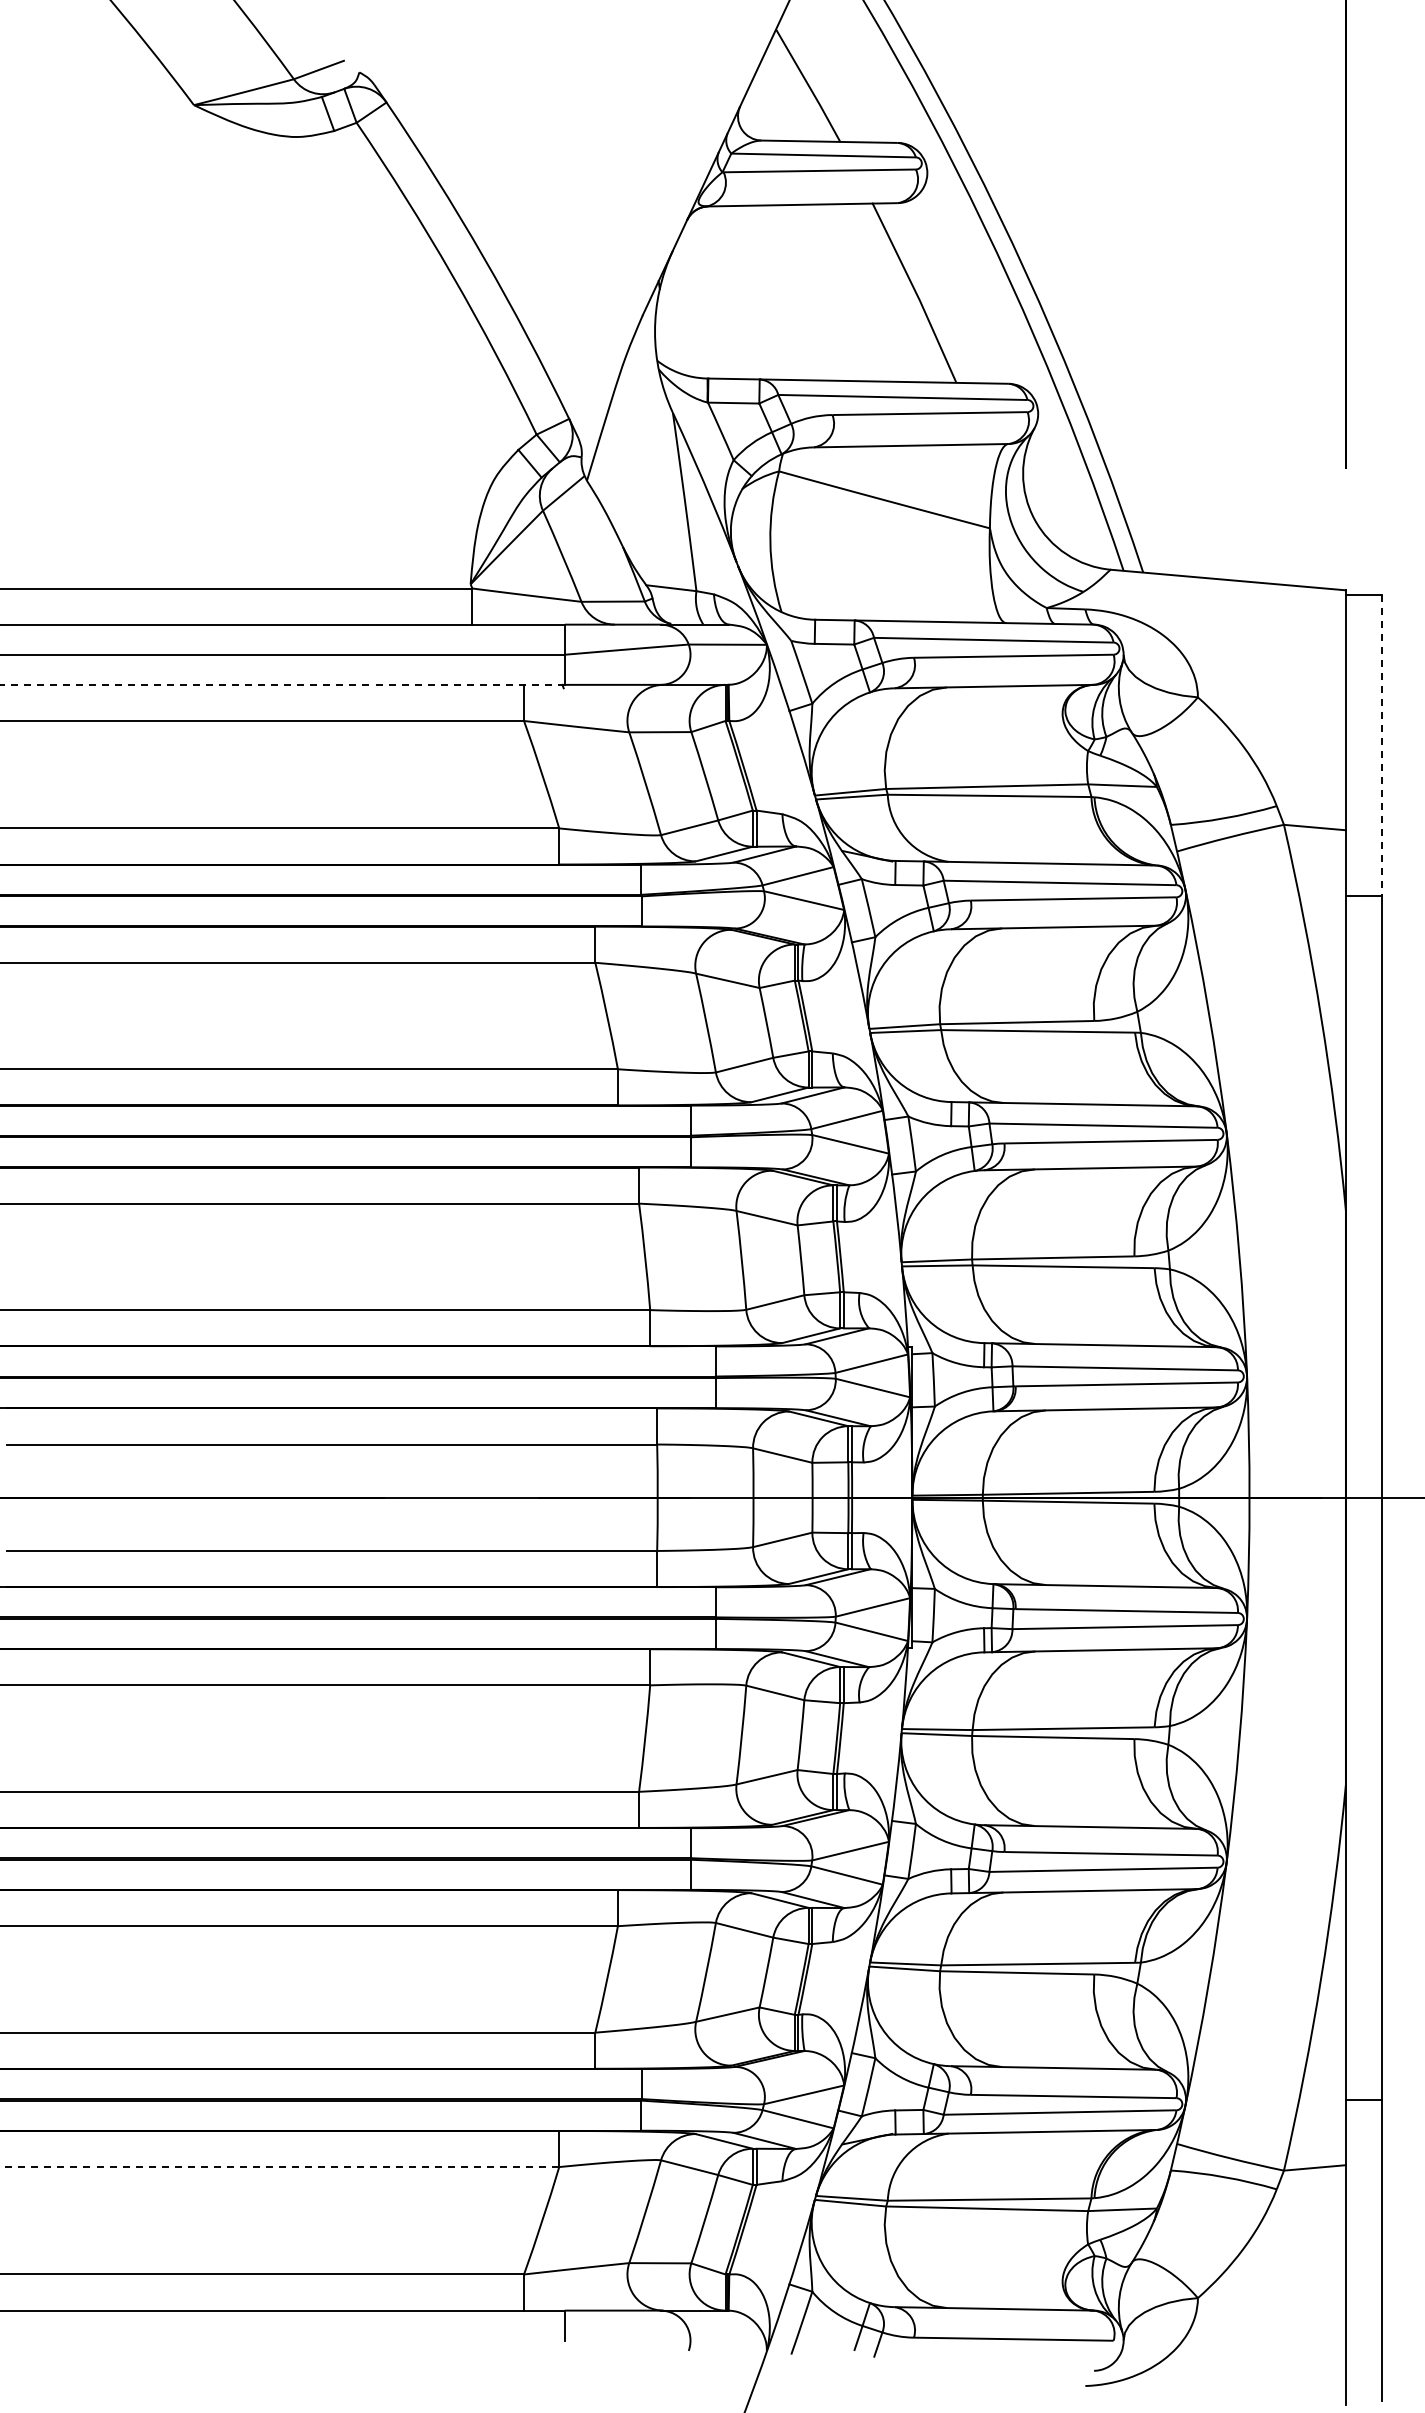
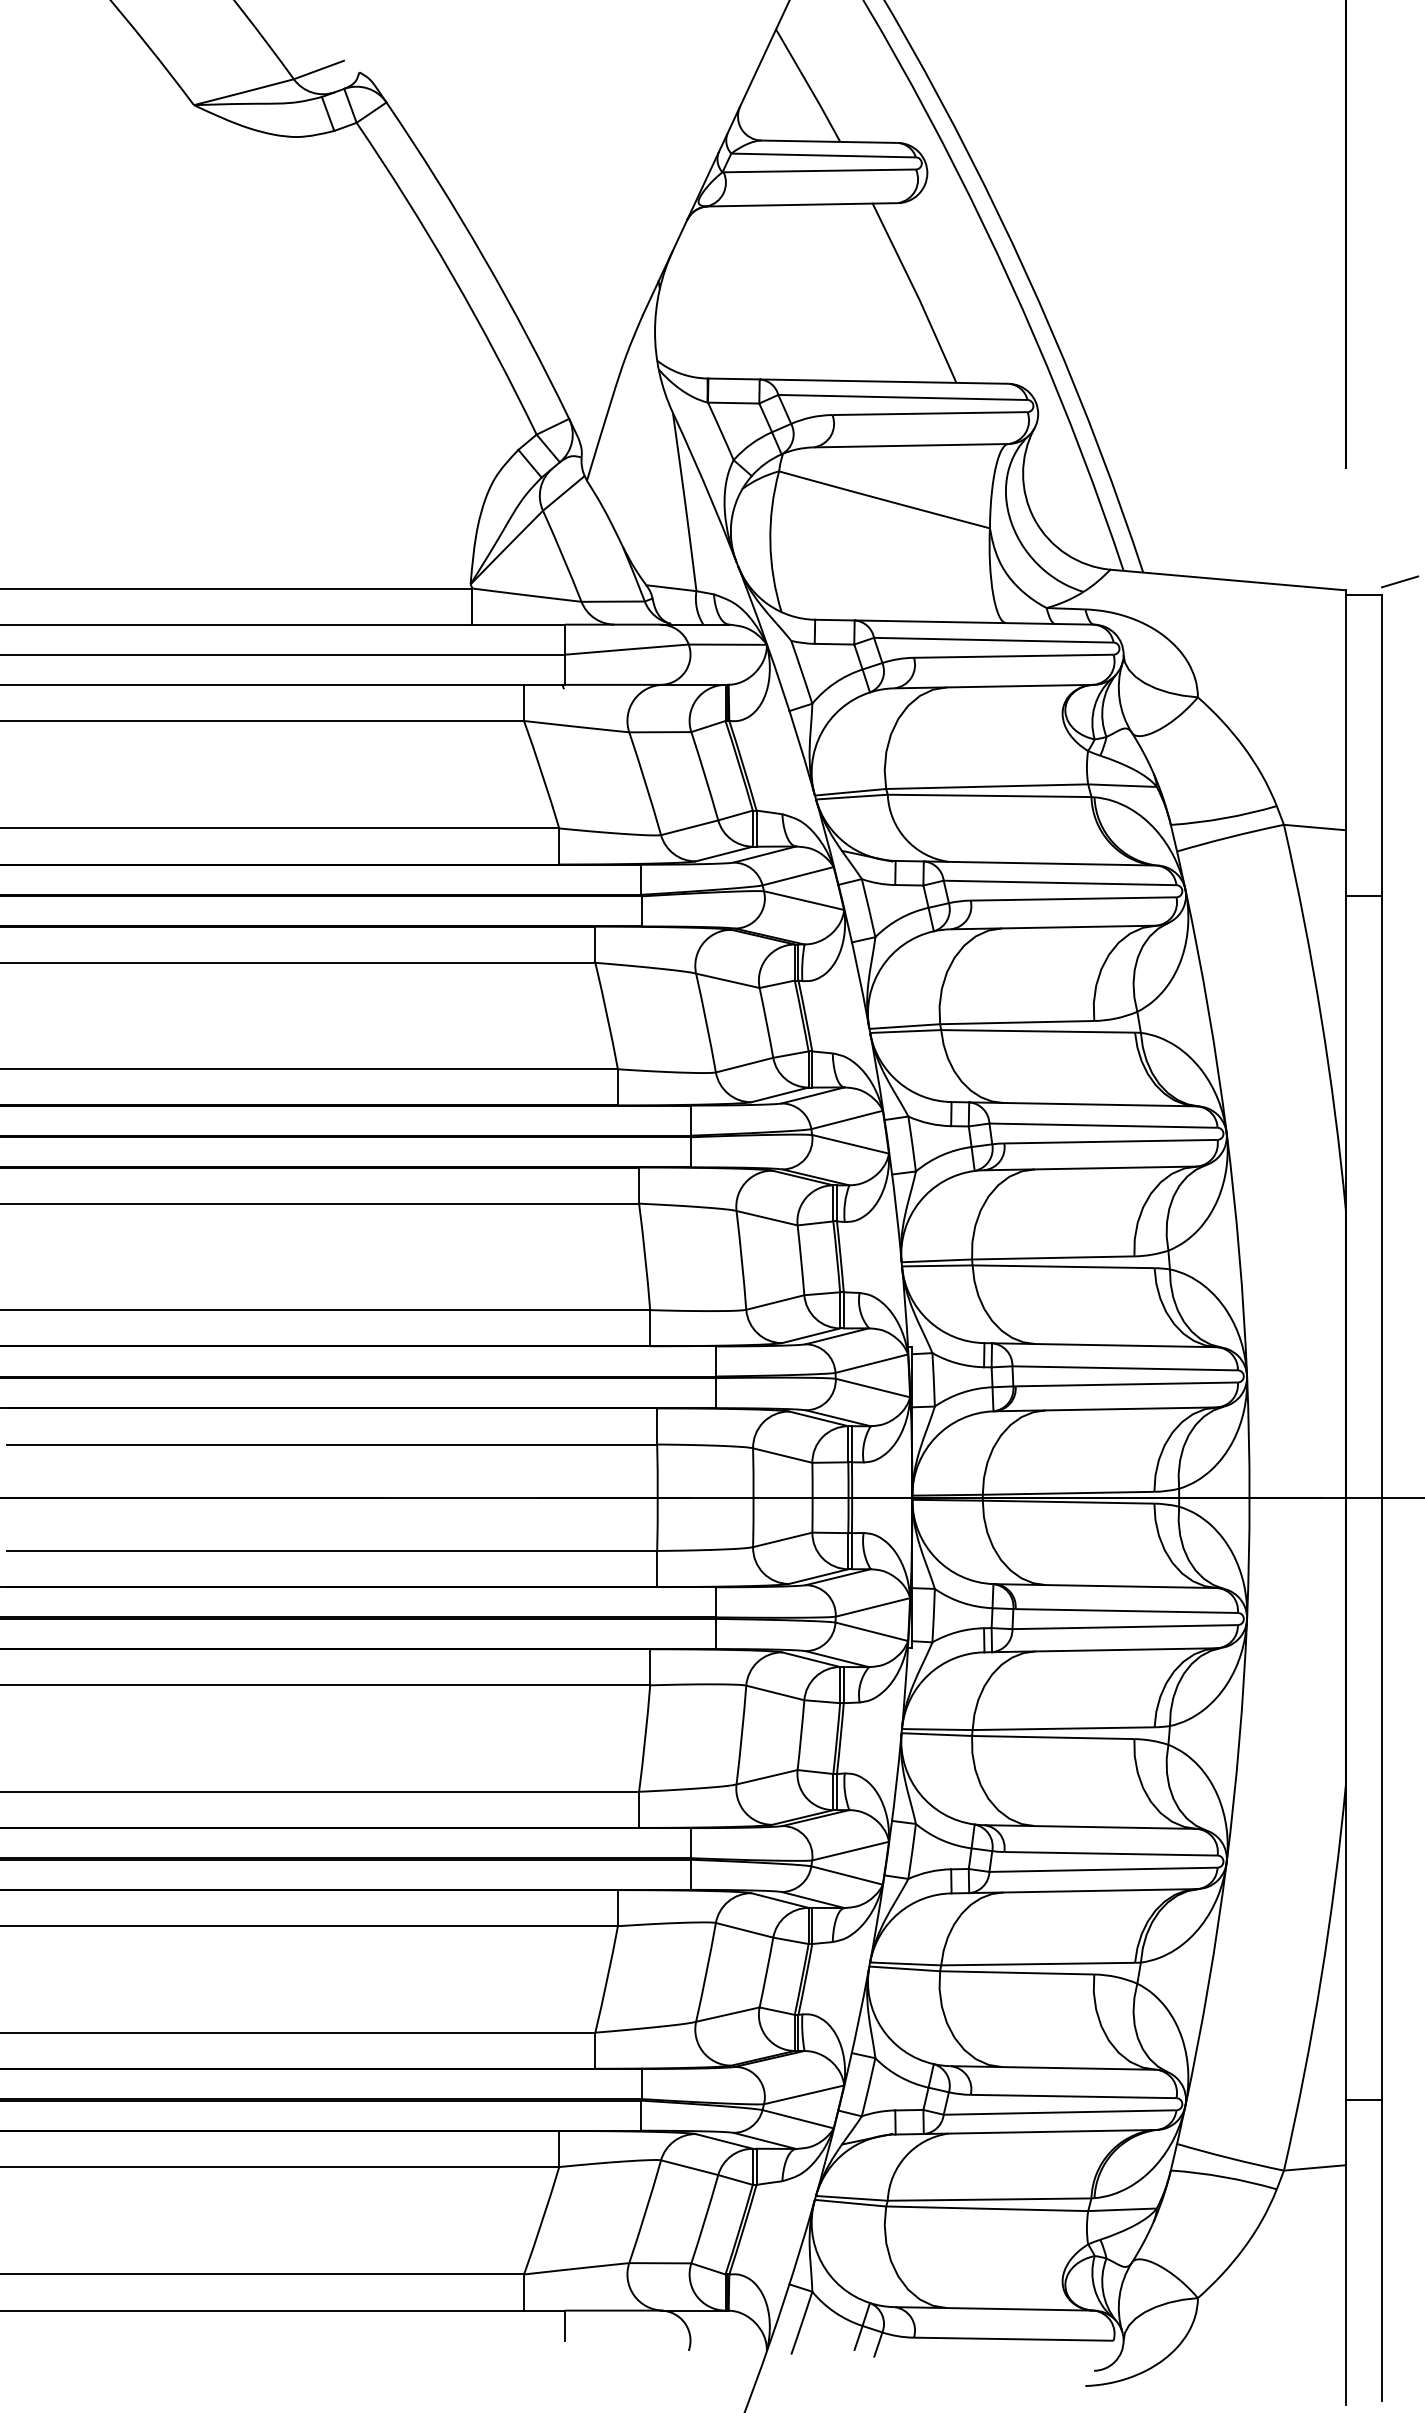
line at (1400, 581): none -> present
line at (281, 684): dashed -> solid
line at (1382, 745): dashed -> solid
line at (279, 2167): dashed -> solid
